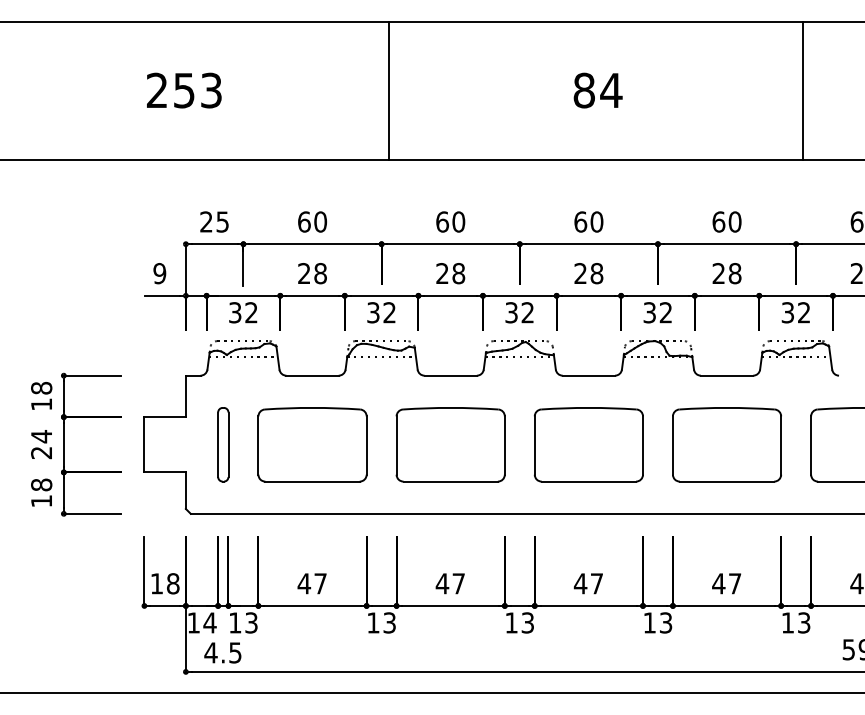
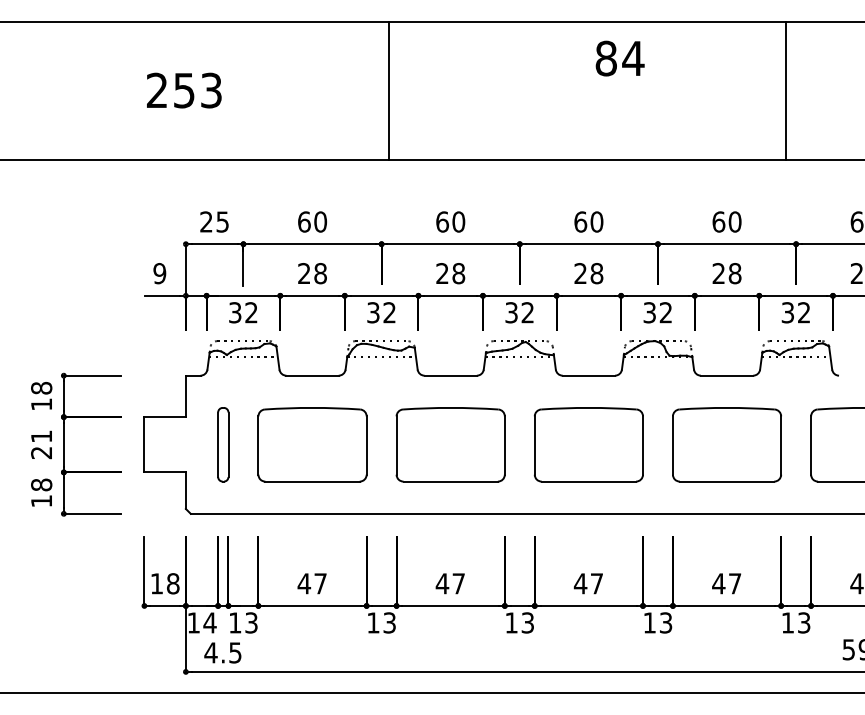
text at (597, 90) position: (597, 90) -> (619, 58)
line at (803, 90) position: (803, 90) -> (786, 90)
text at (41, 436): 24 -> 21
